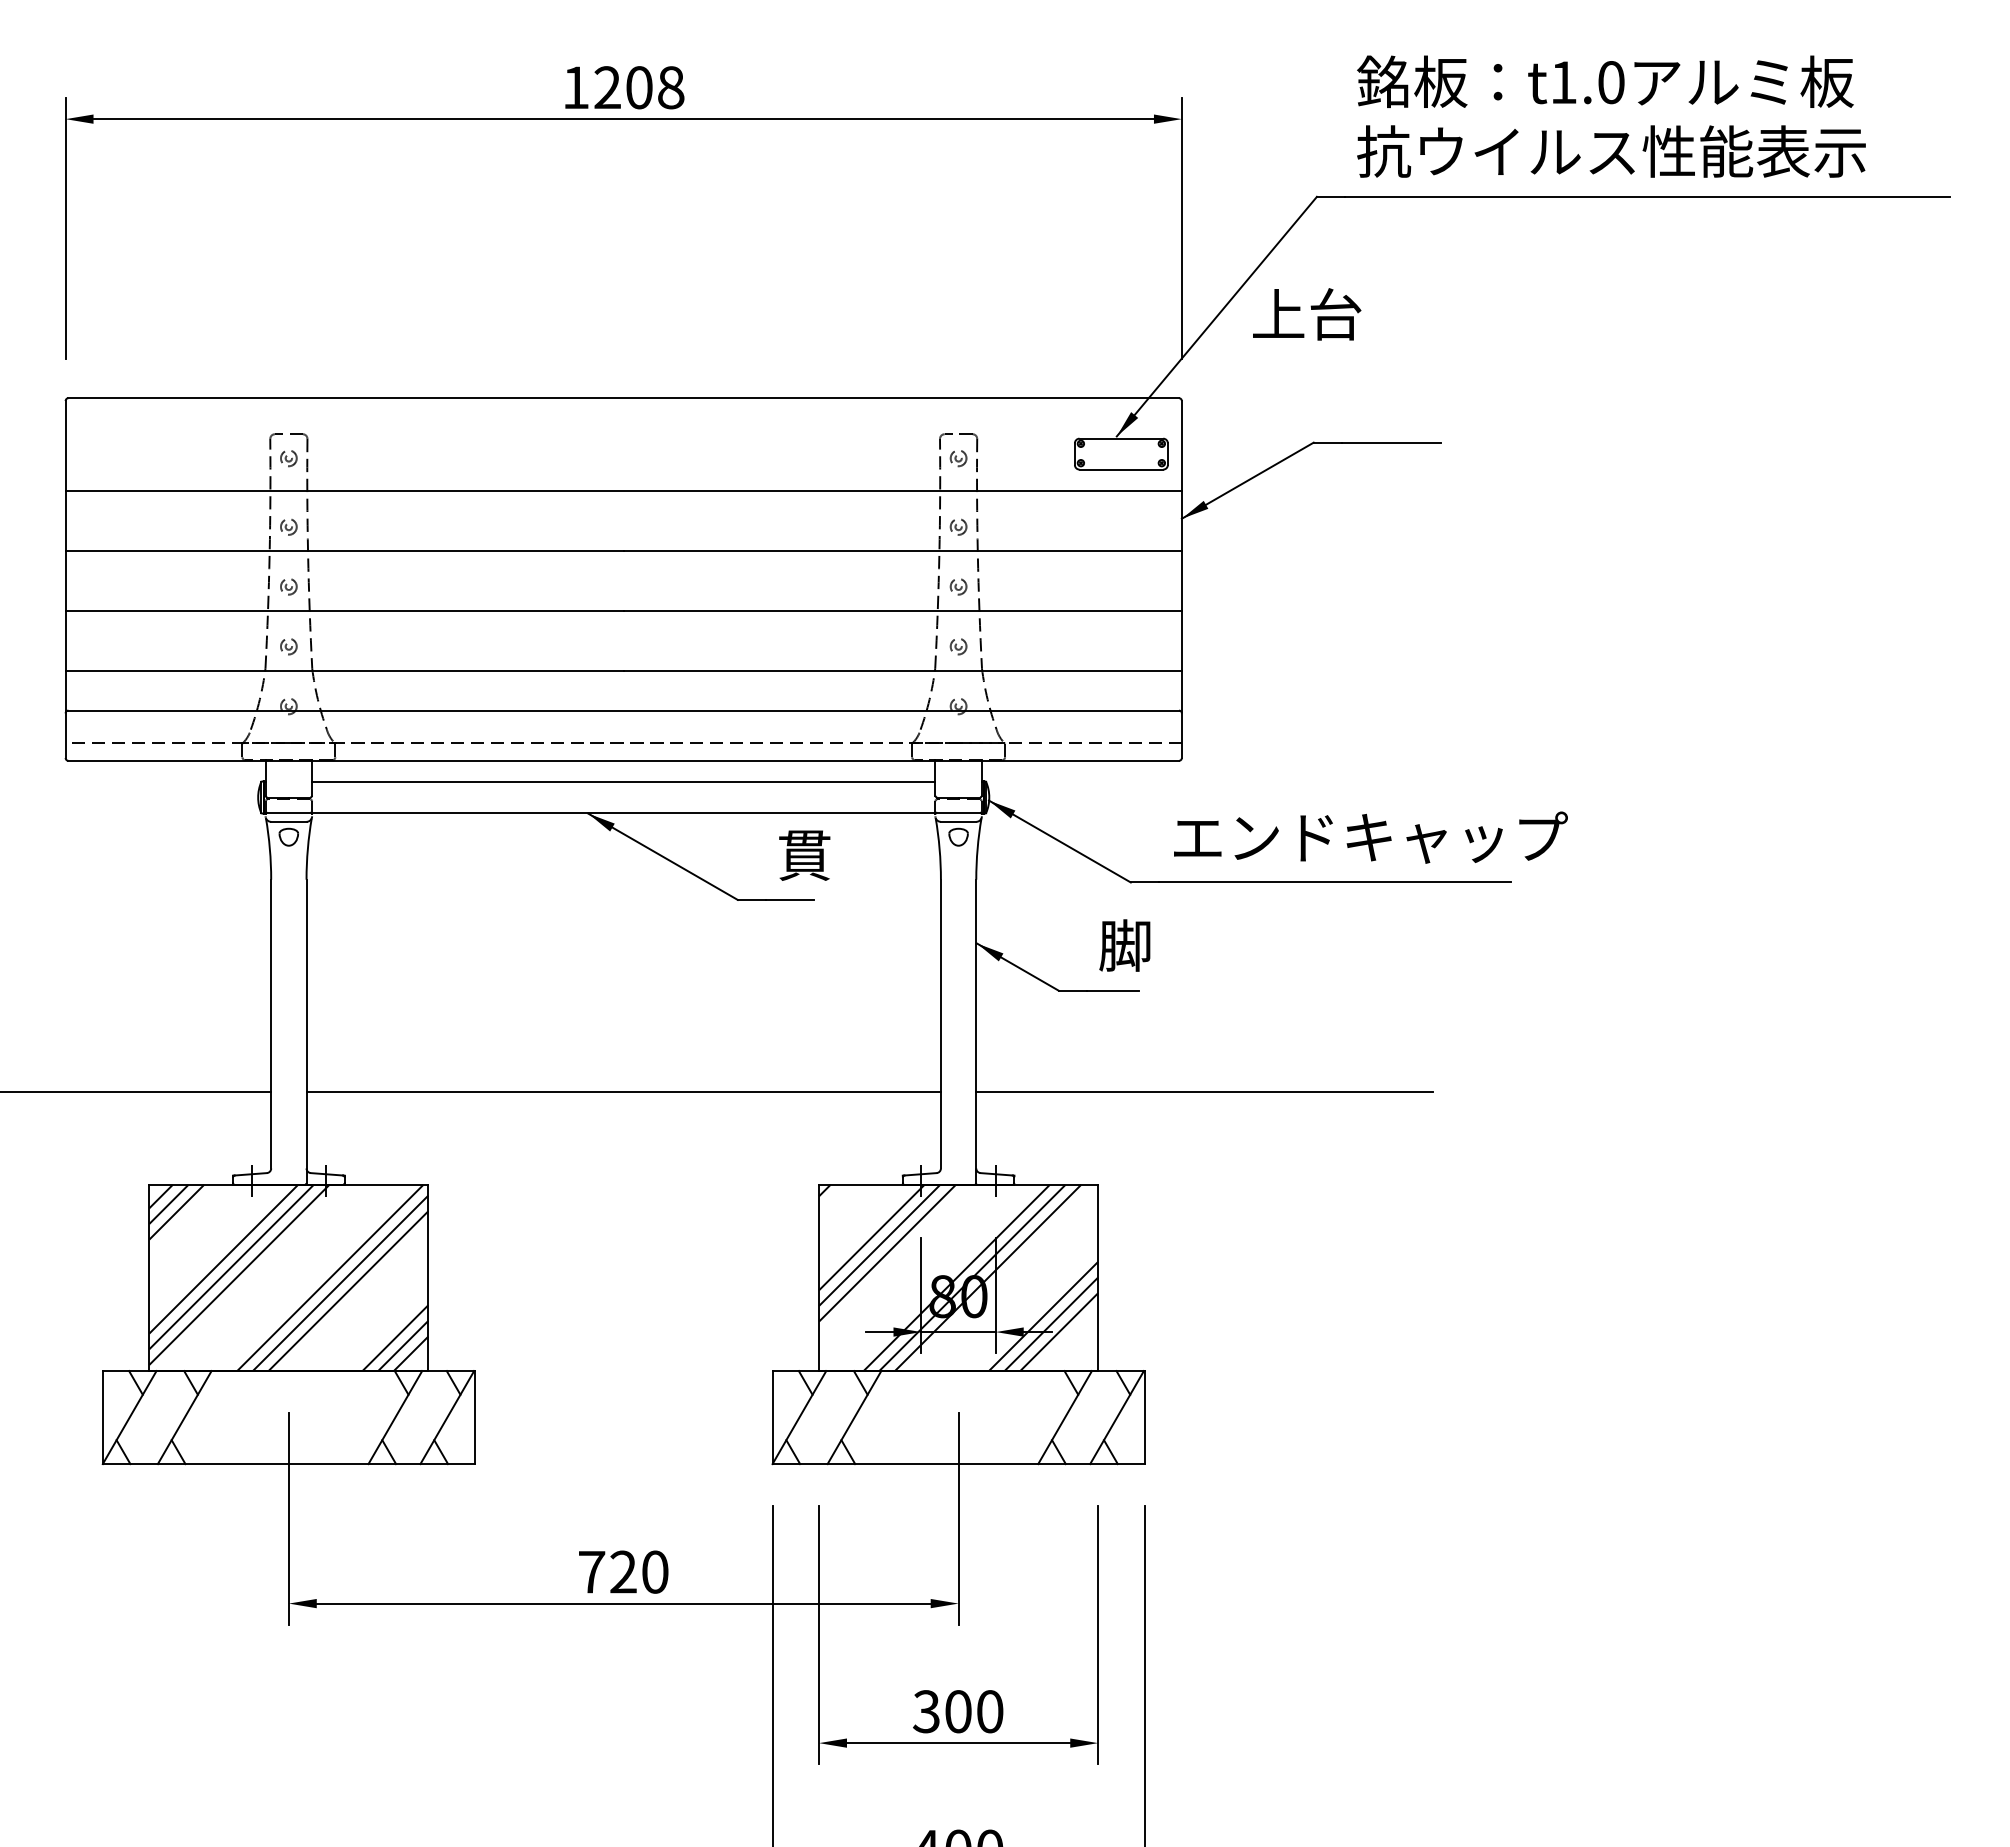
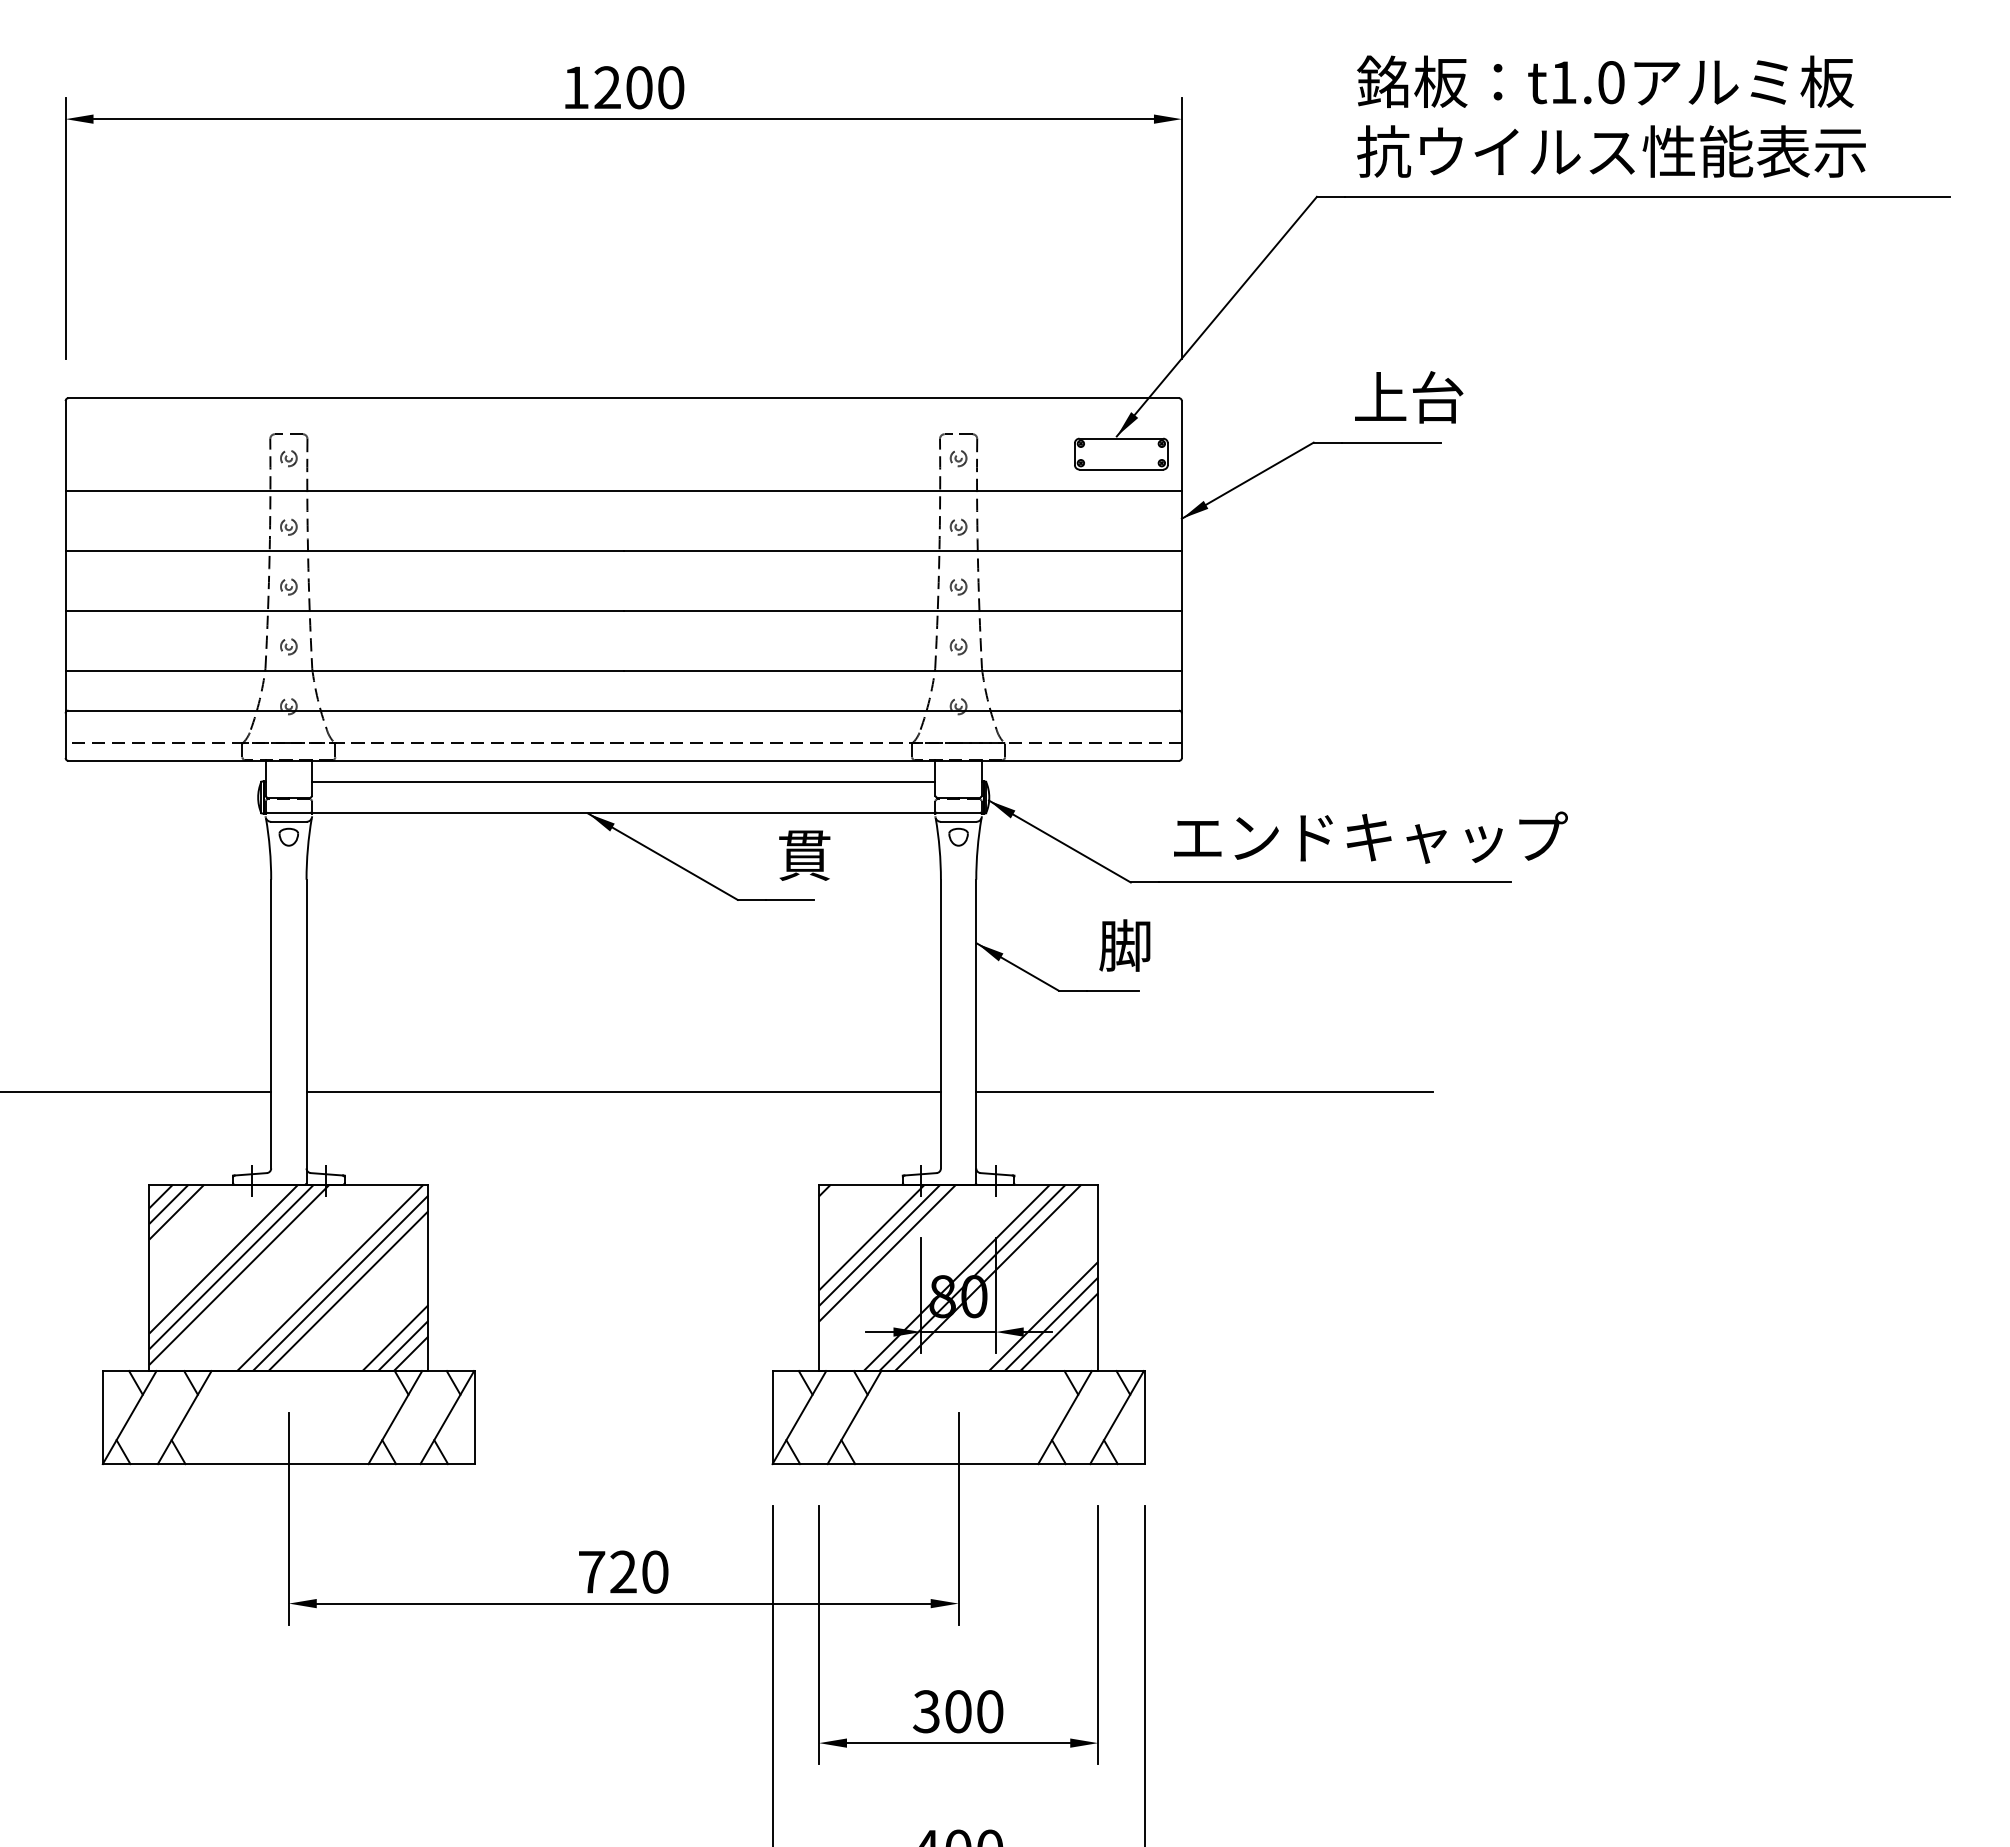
text at (671, 87): 1208 -> 1200
text at (1307, 314) position: (1307, 314) -> (1409, 397)
